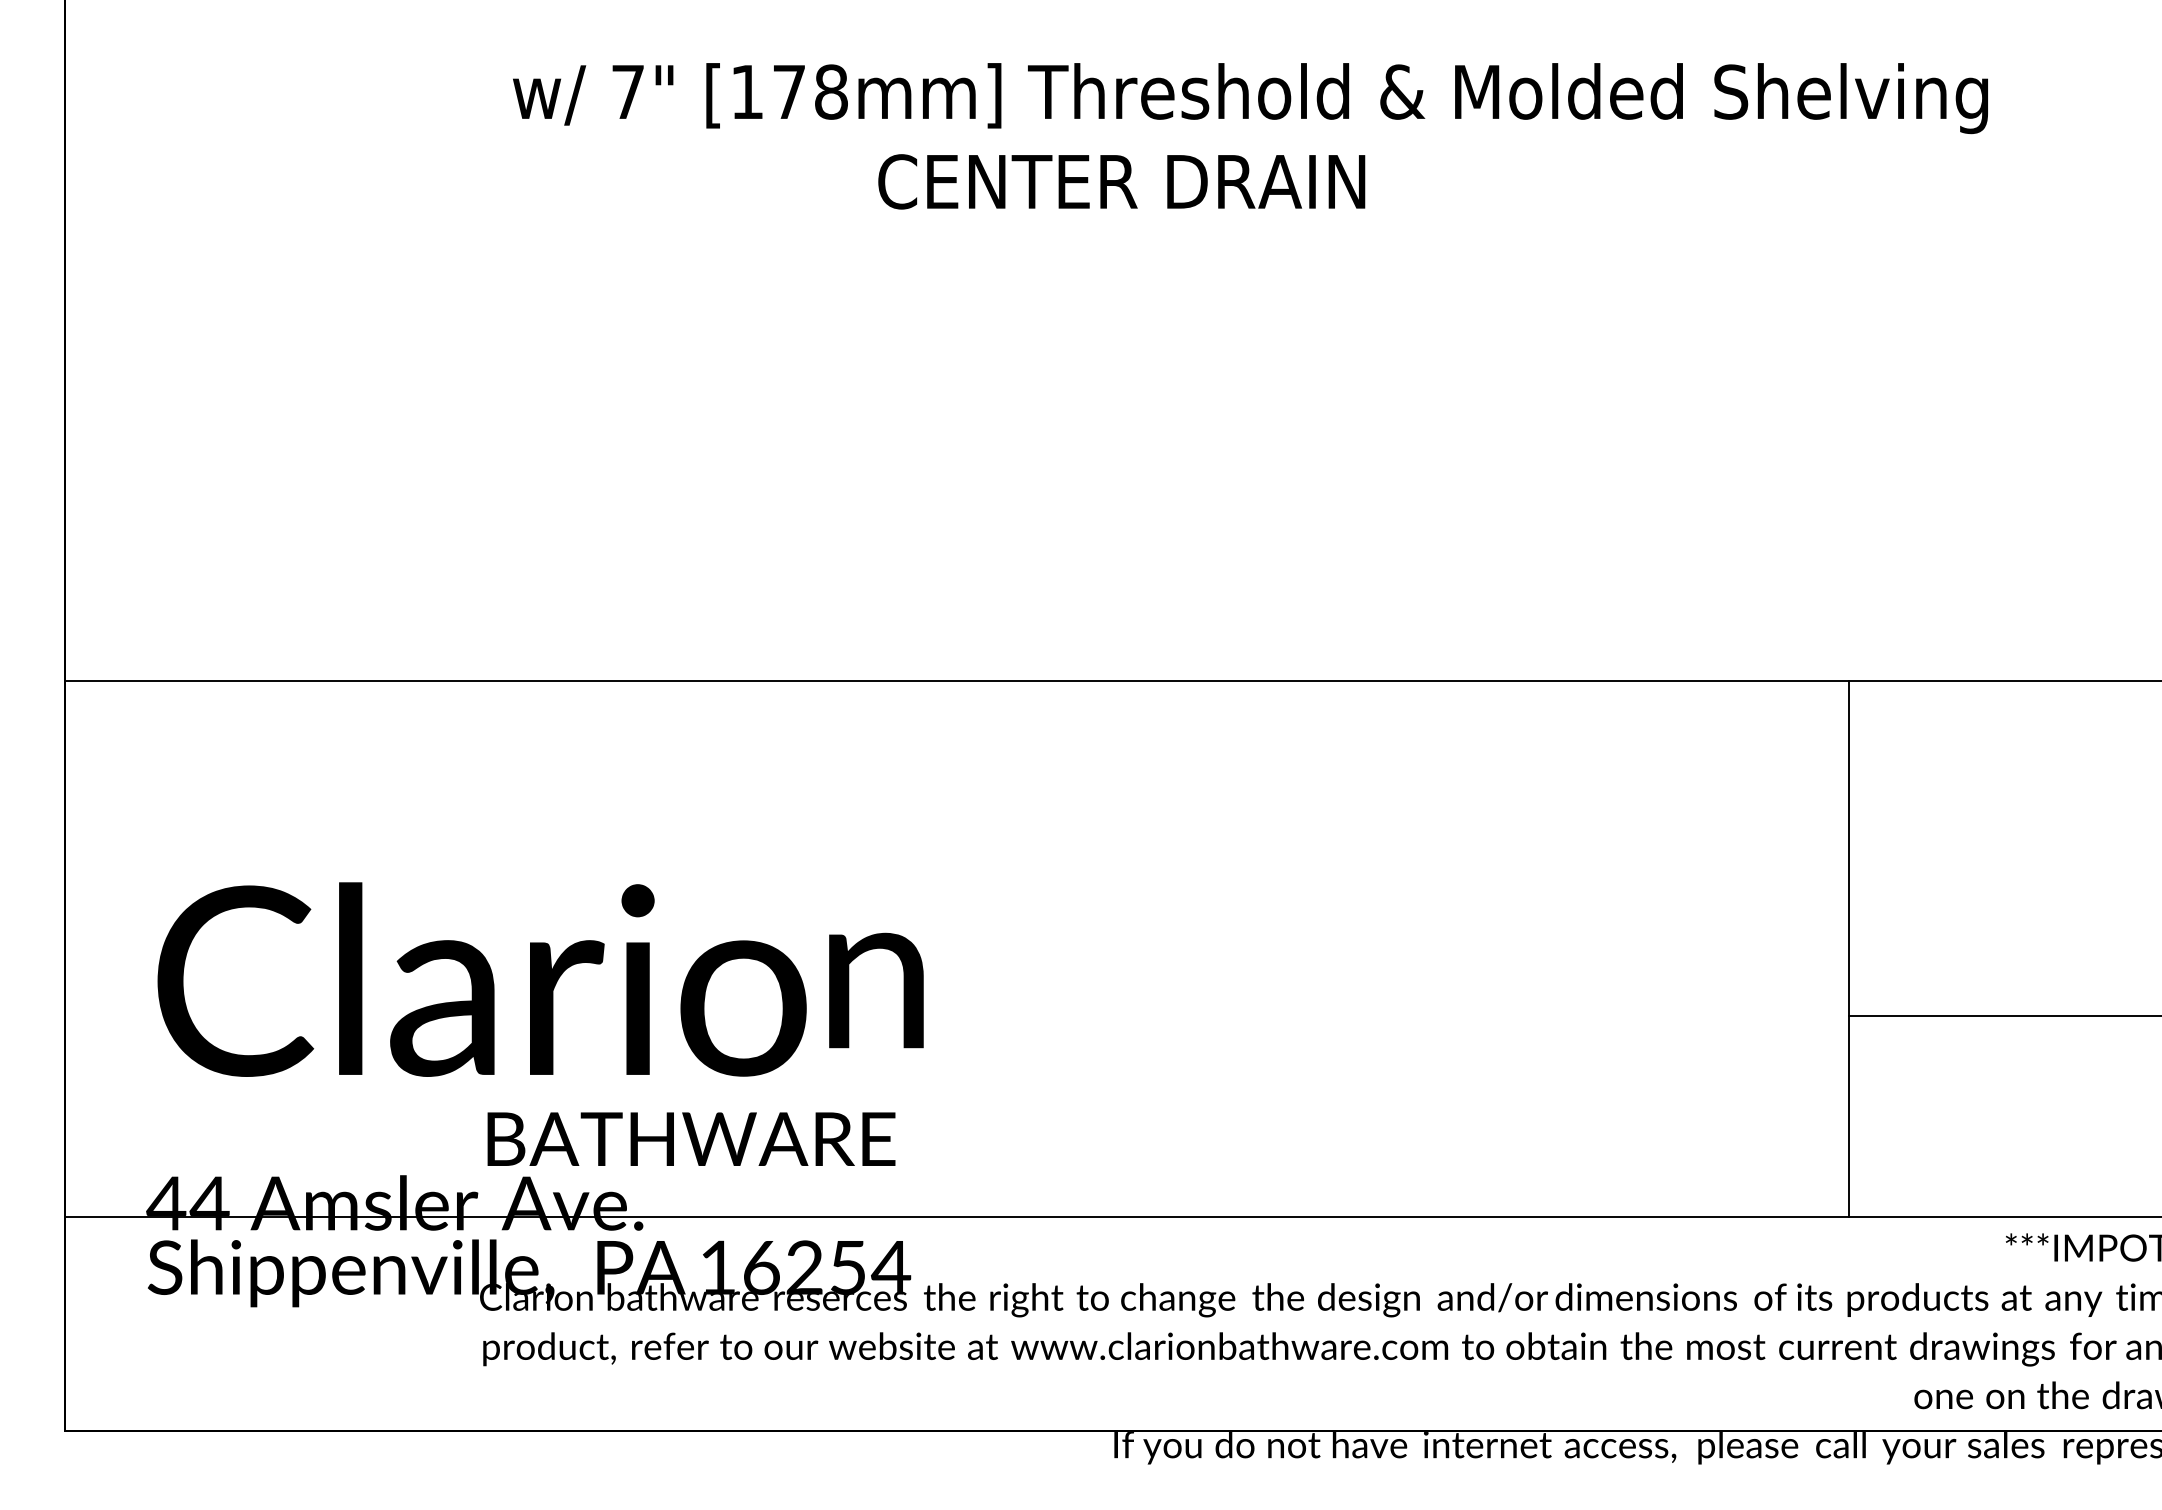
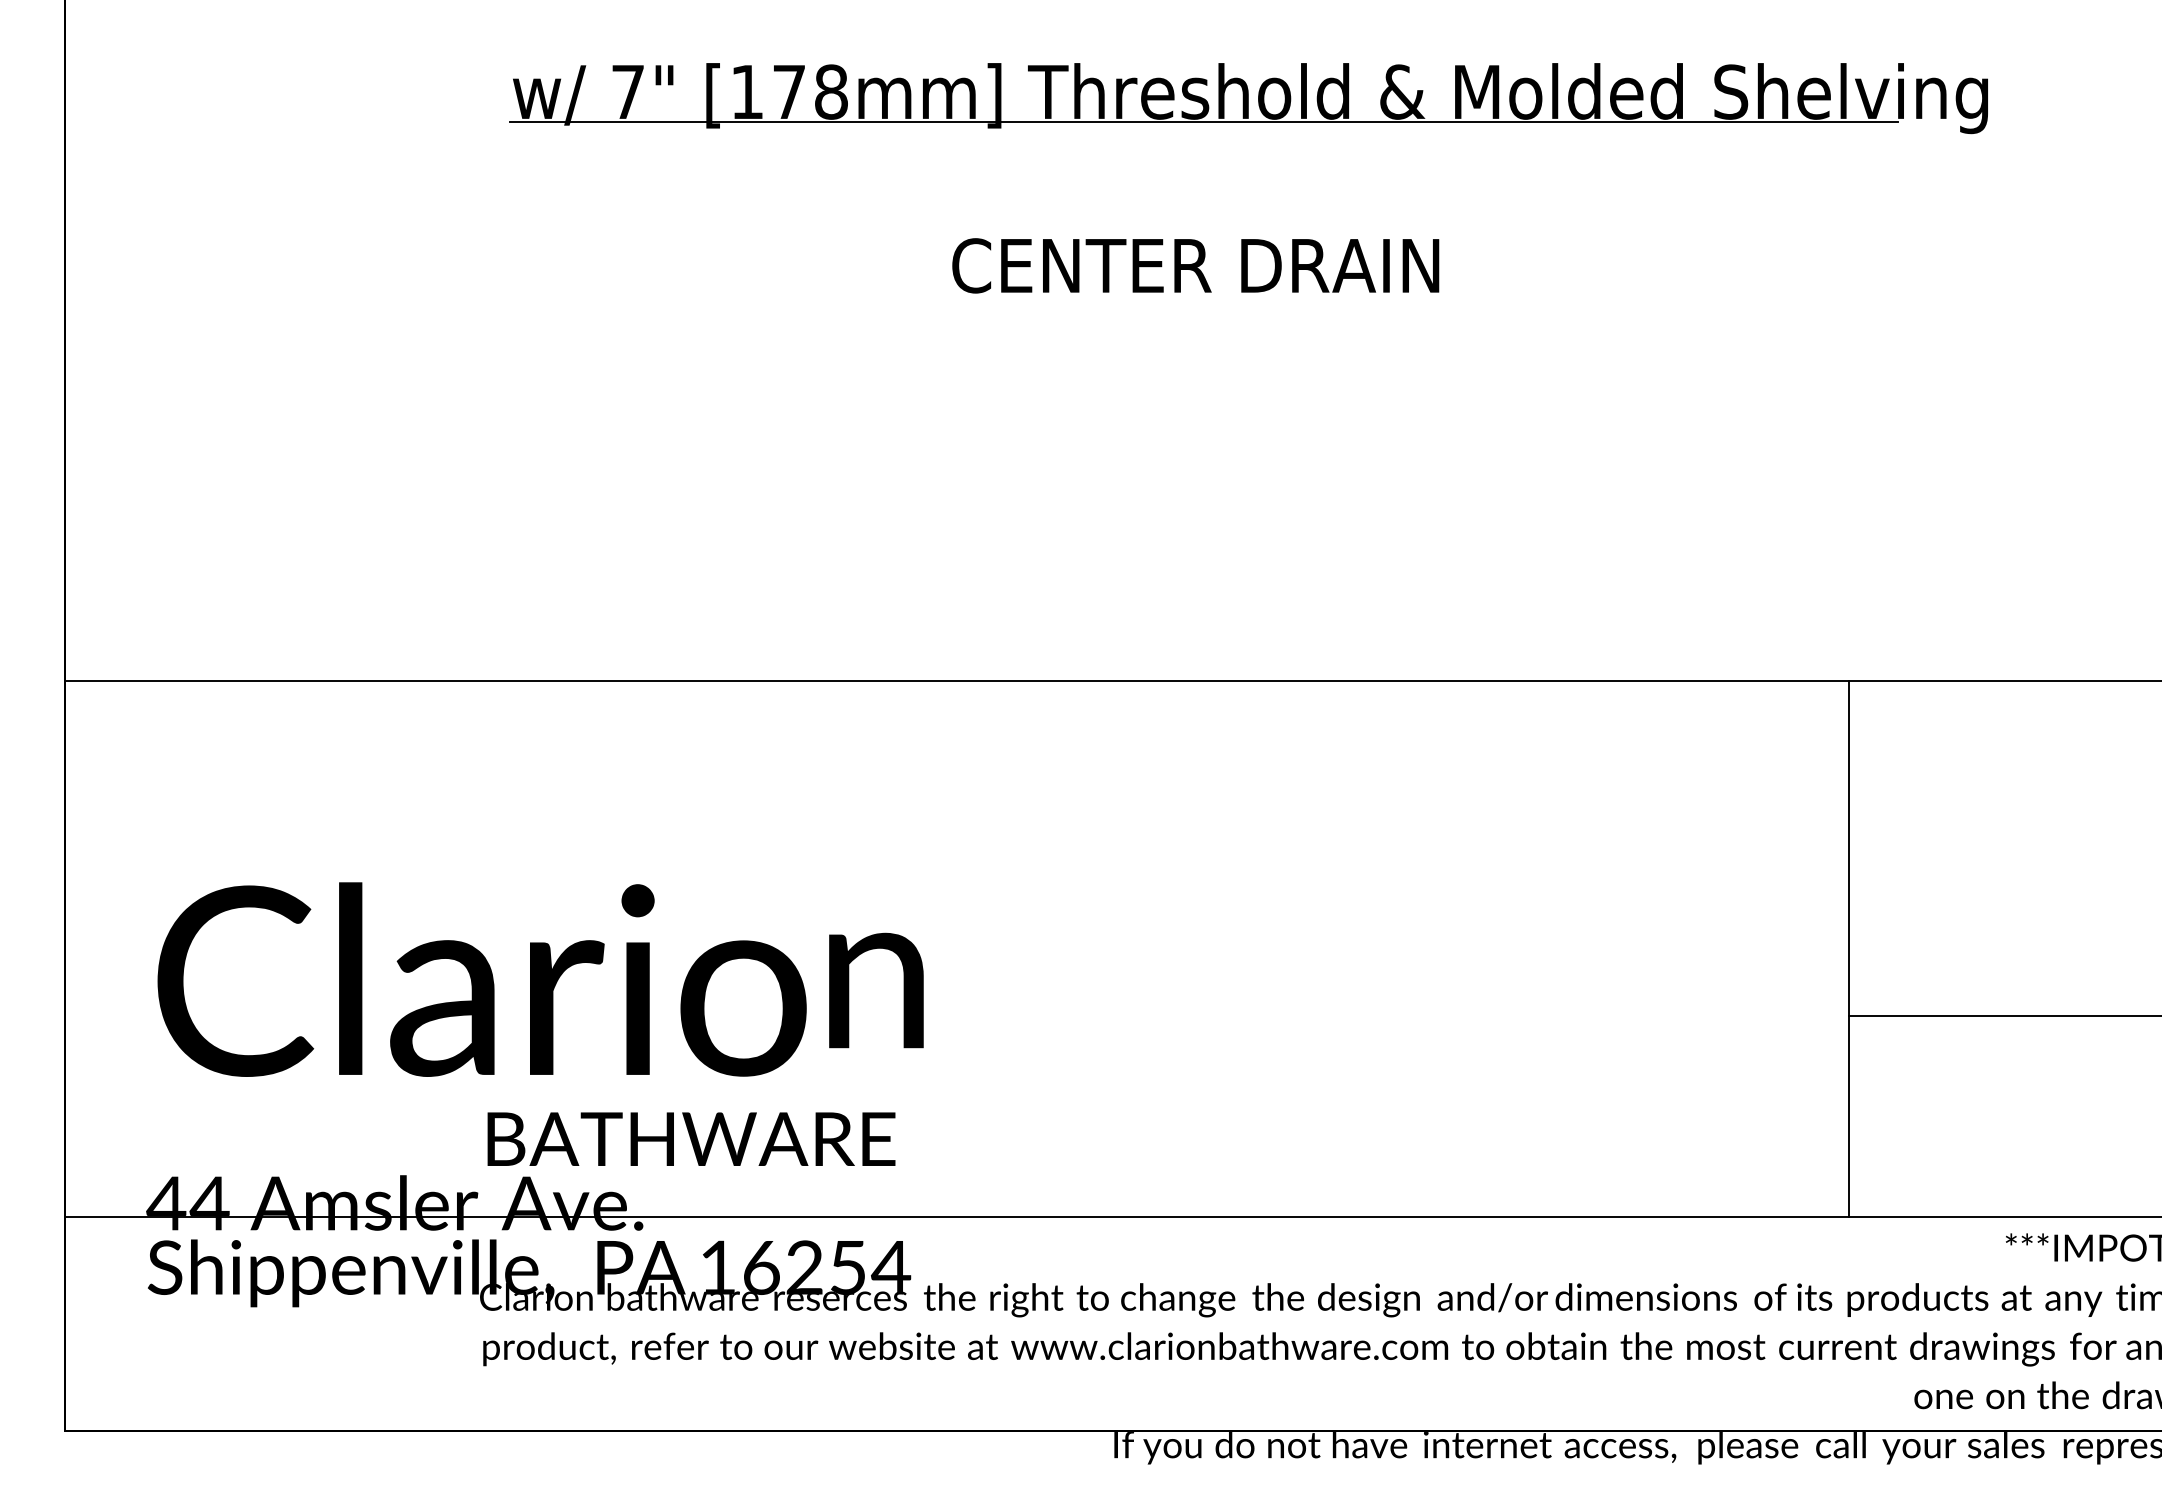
line at (1203, 122): none -> present
text at (1121, 181) position: (1121, 181) -> (1195, 265)
